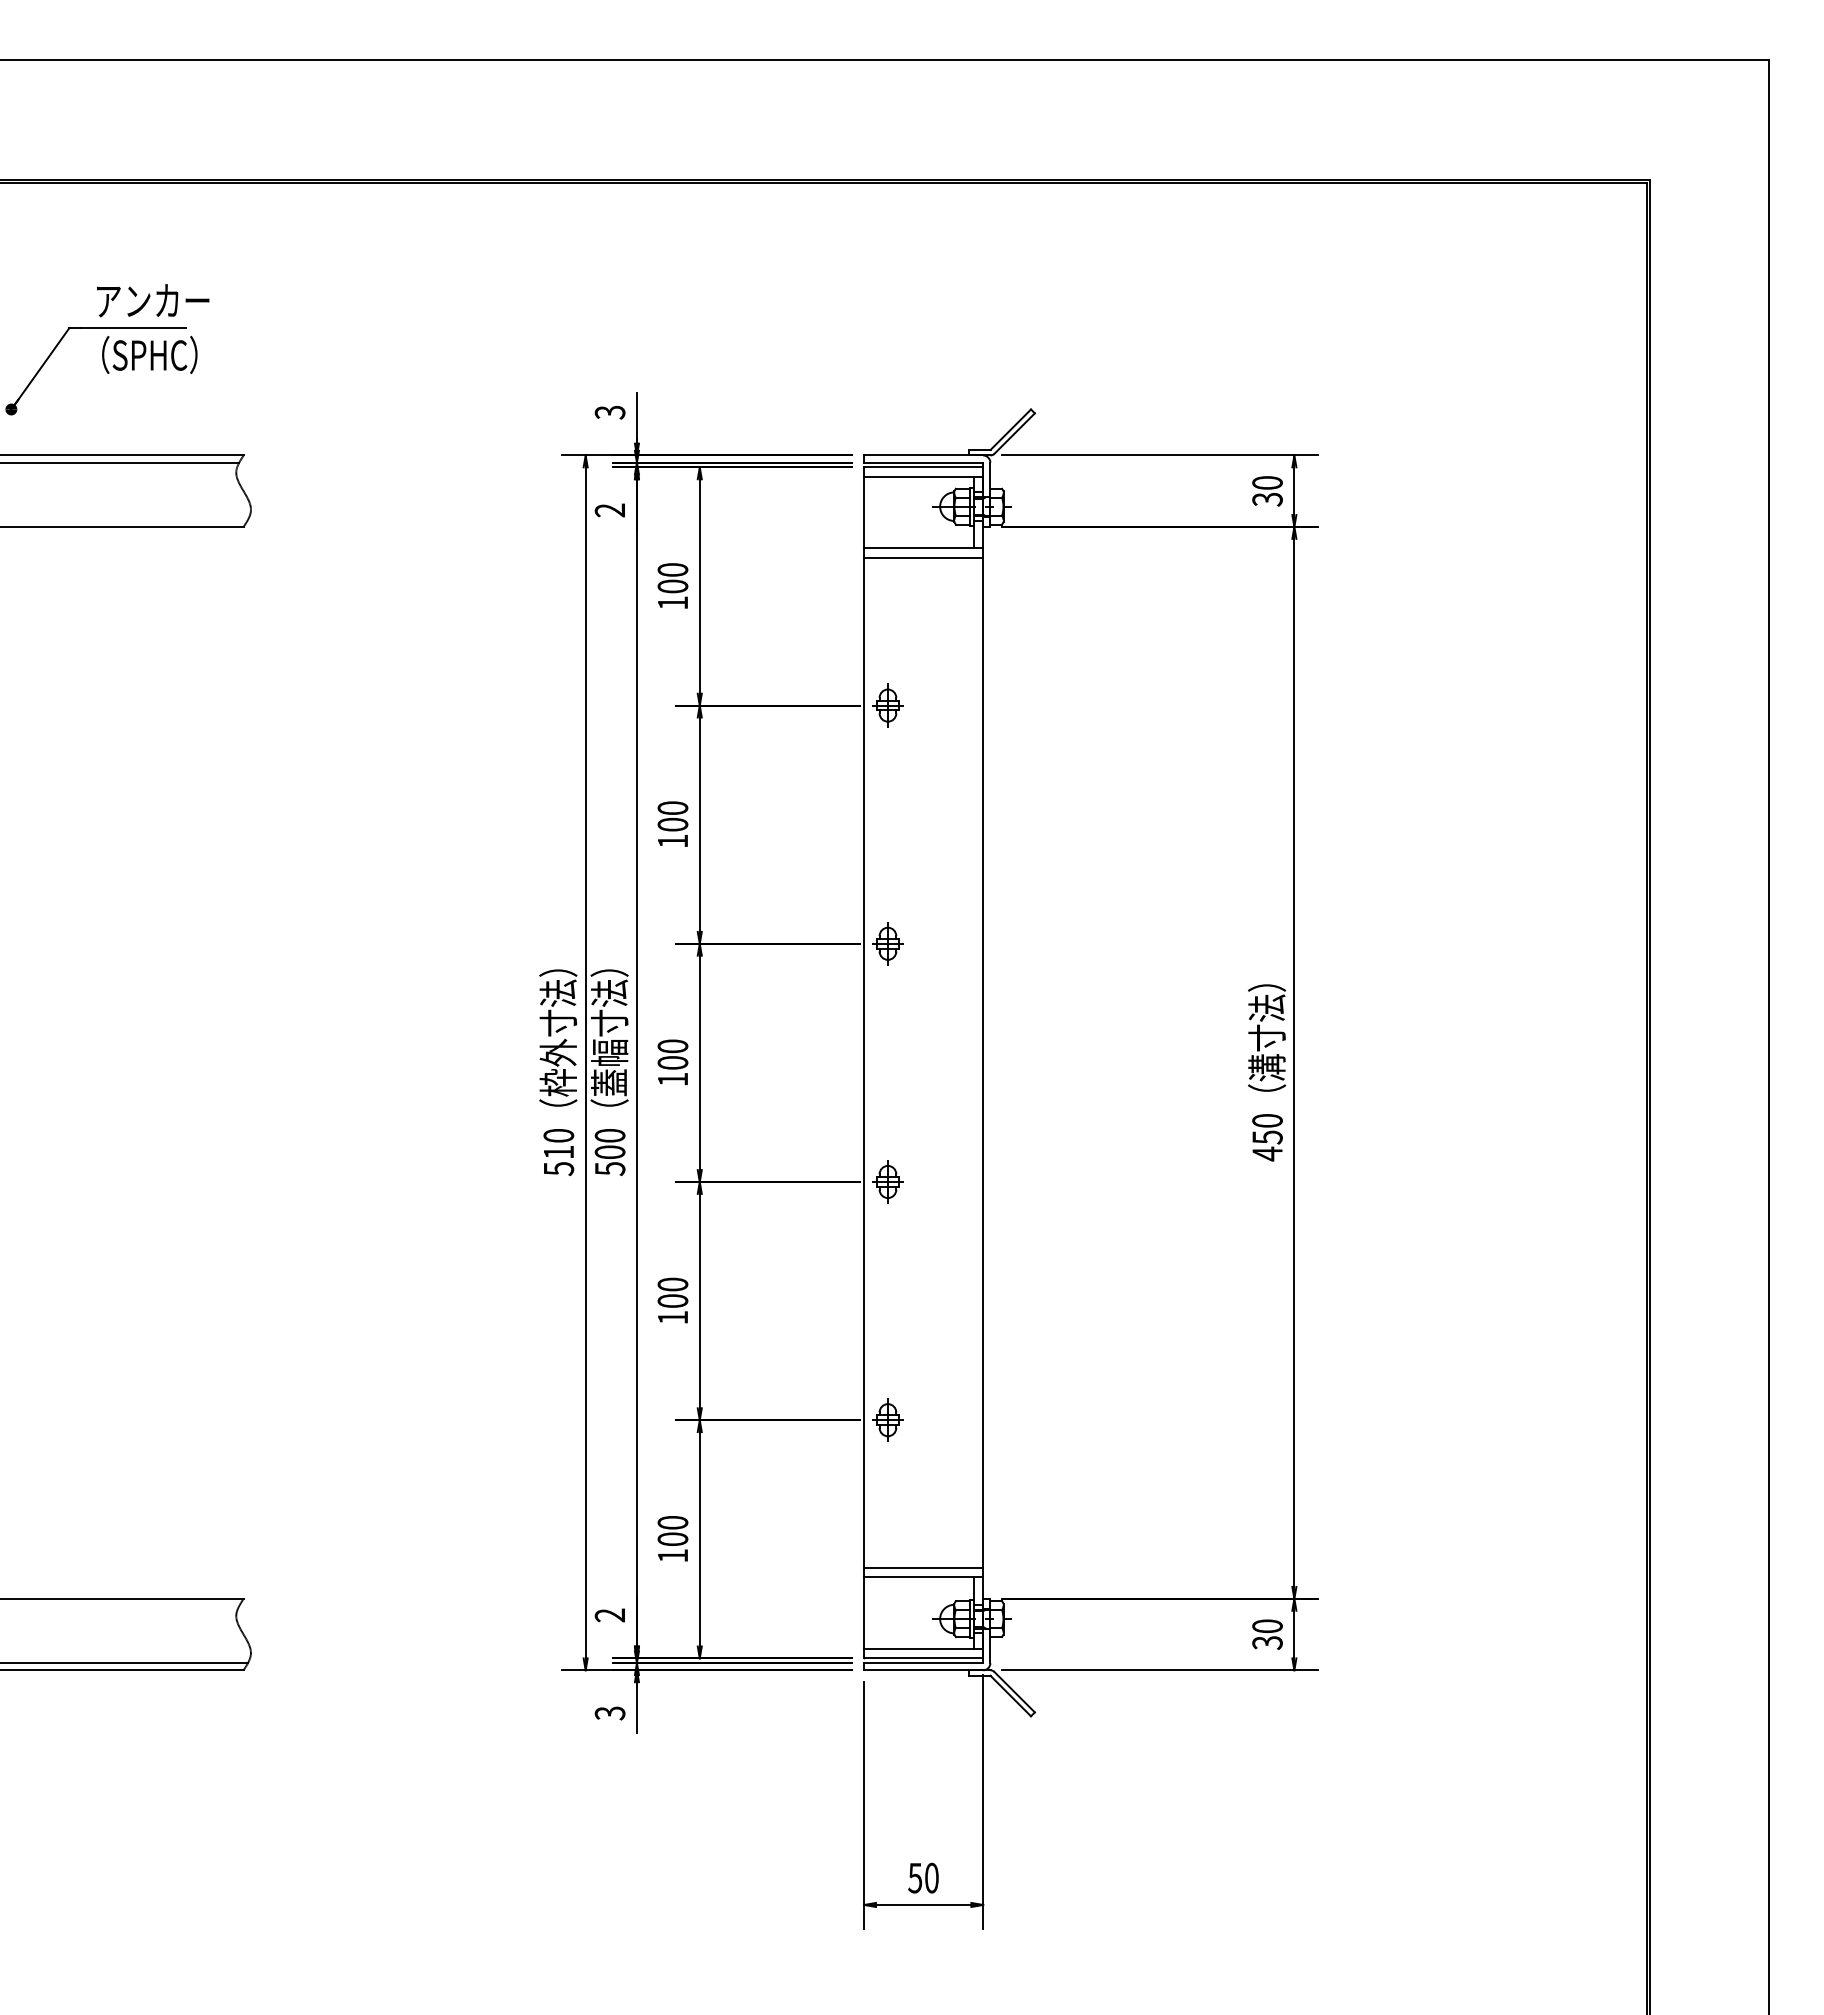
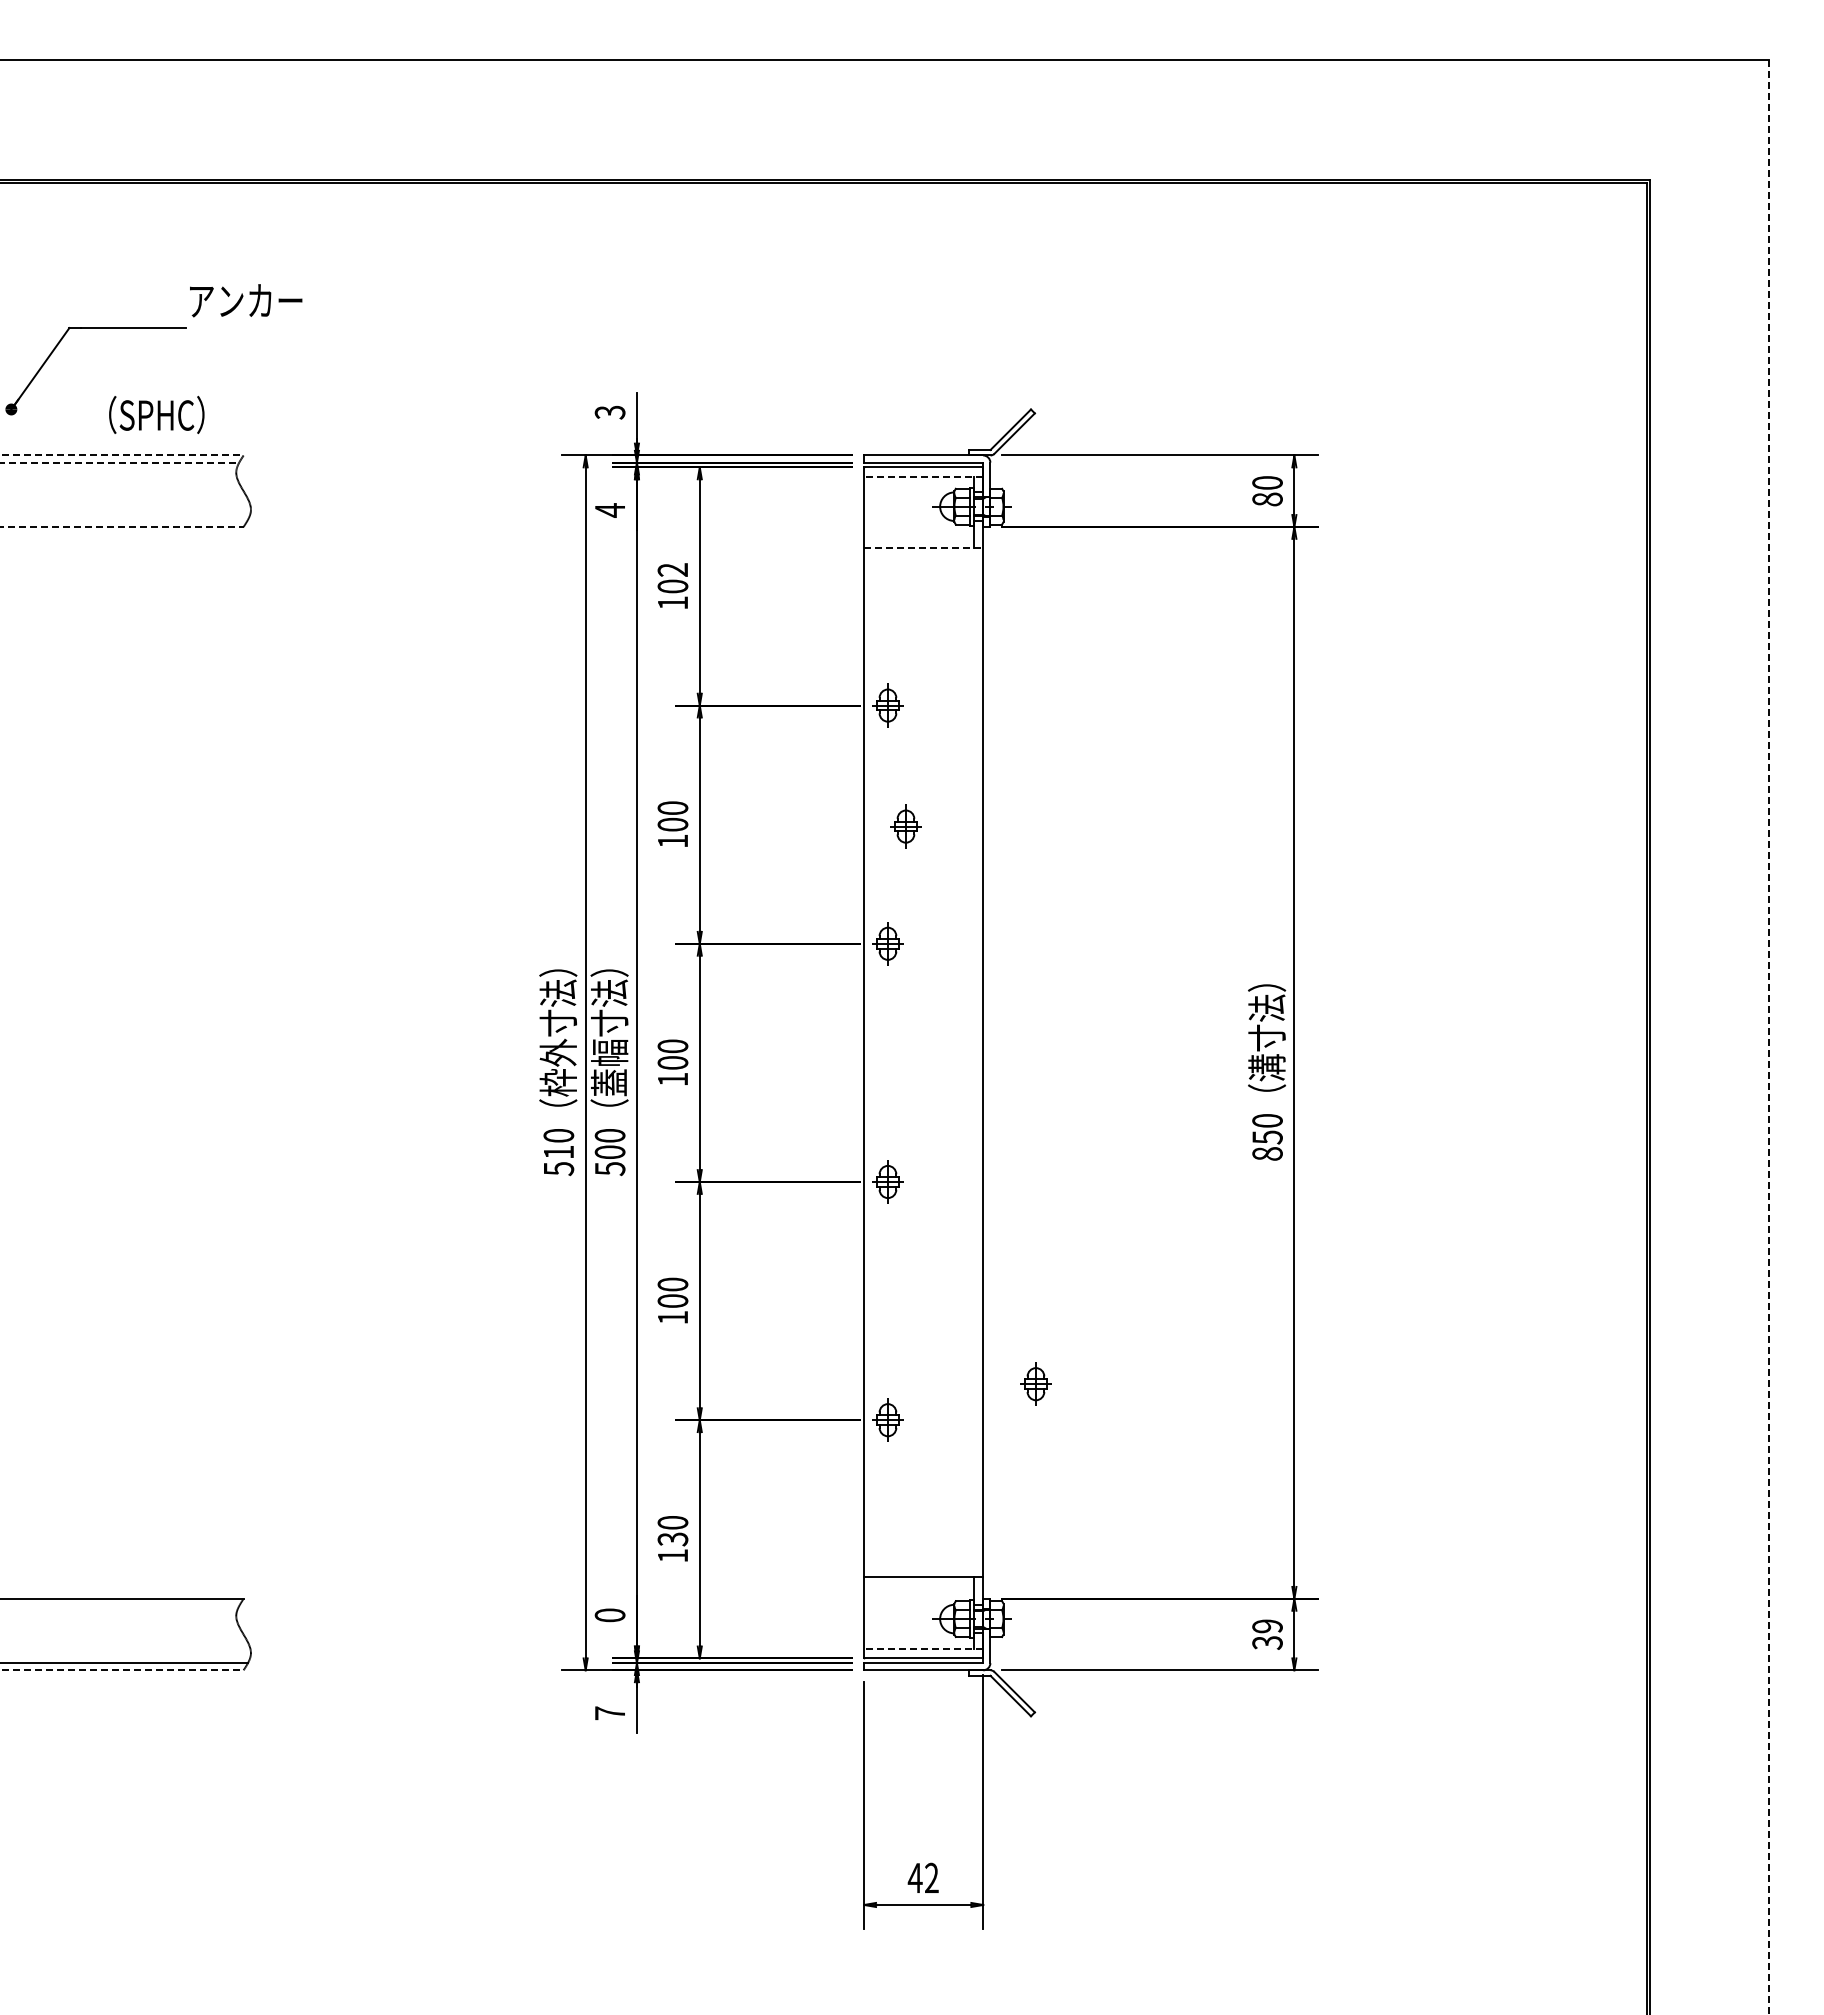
text at (153, 300) position: (153, 300) -> (246, 300)
text at (149, 354) position: (149, 354) -> (156, 414)
line at (122, 455): solid -> dashed
line at (120, 462): solid -> dashed
line at (923, 476): solid -> dashed
text at (1267, 499): 30 -> 80
text at (609, 510): 2 -> 4
line at (122, 526): solid -> dashed
line at (923, 548): solid -> dashed
line at (923, 557): present -> none
text at (672, 569): 100 -> 102
part at (905, 826): none -> present
line at (1769, 1037): solid -> dashed
text at (1267, 1153): 450 -> 850
part at (1035, 1383): none -> present
text at (672, 1539): 100 -> 130
line at (923, 1567): present -> none
text at (609, 1615): 2 -> 0
text at (1267, 1626): 30 -> 39
line at (923, 1648): solid -> dashed
line at (122, 1670): solid -> dashed
text at (609, 1713): 3 -> 7
text at (922, 1877): 50 -> 42
